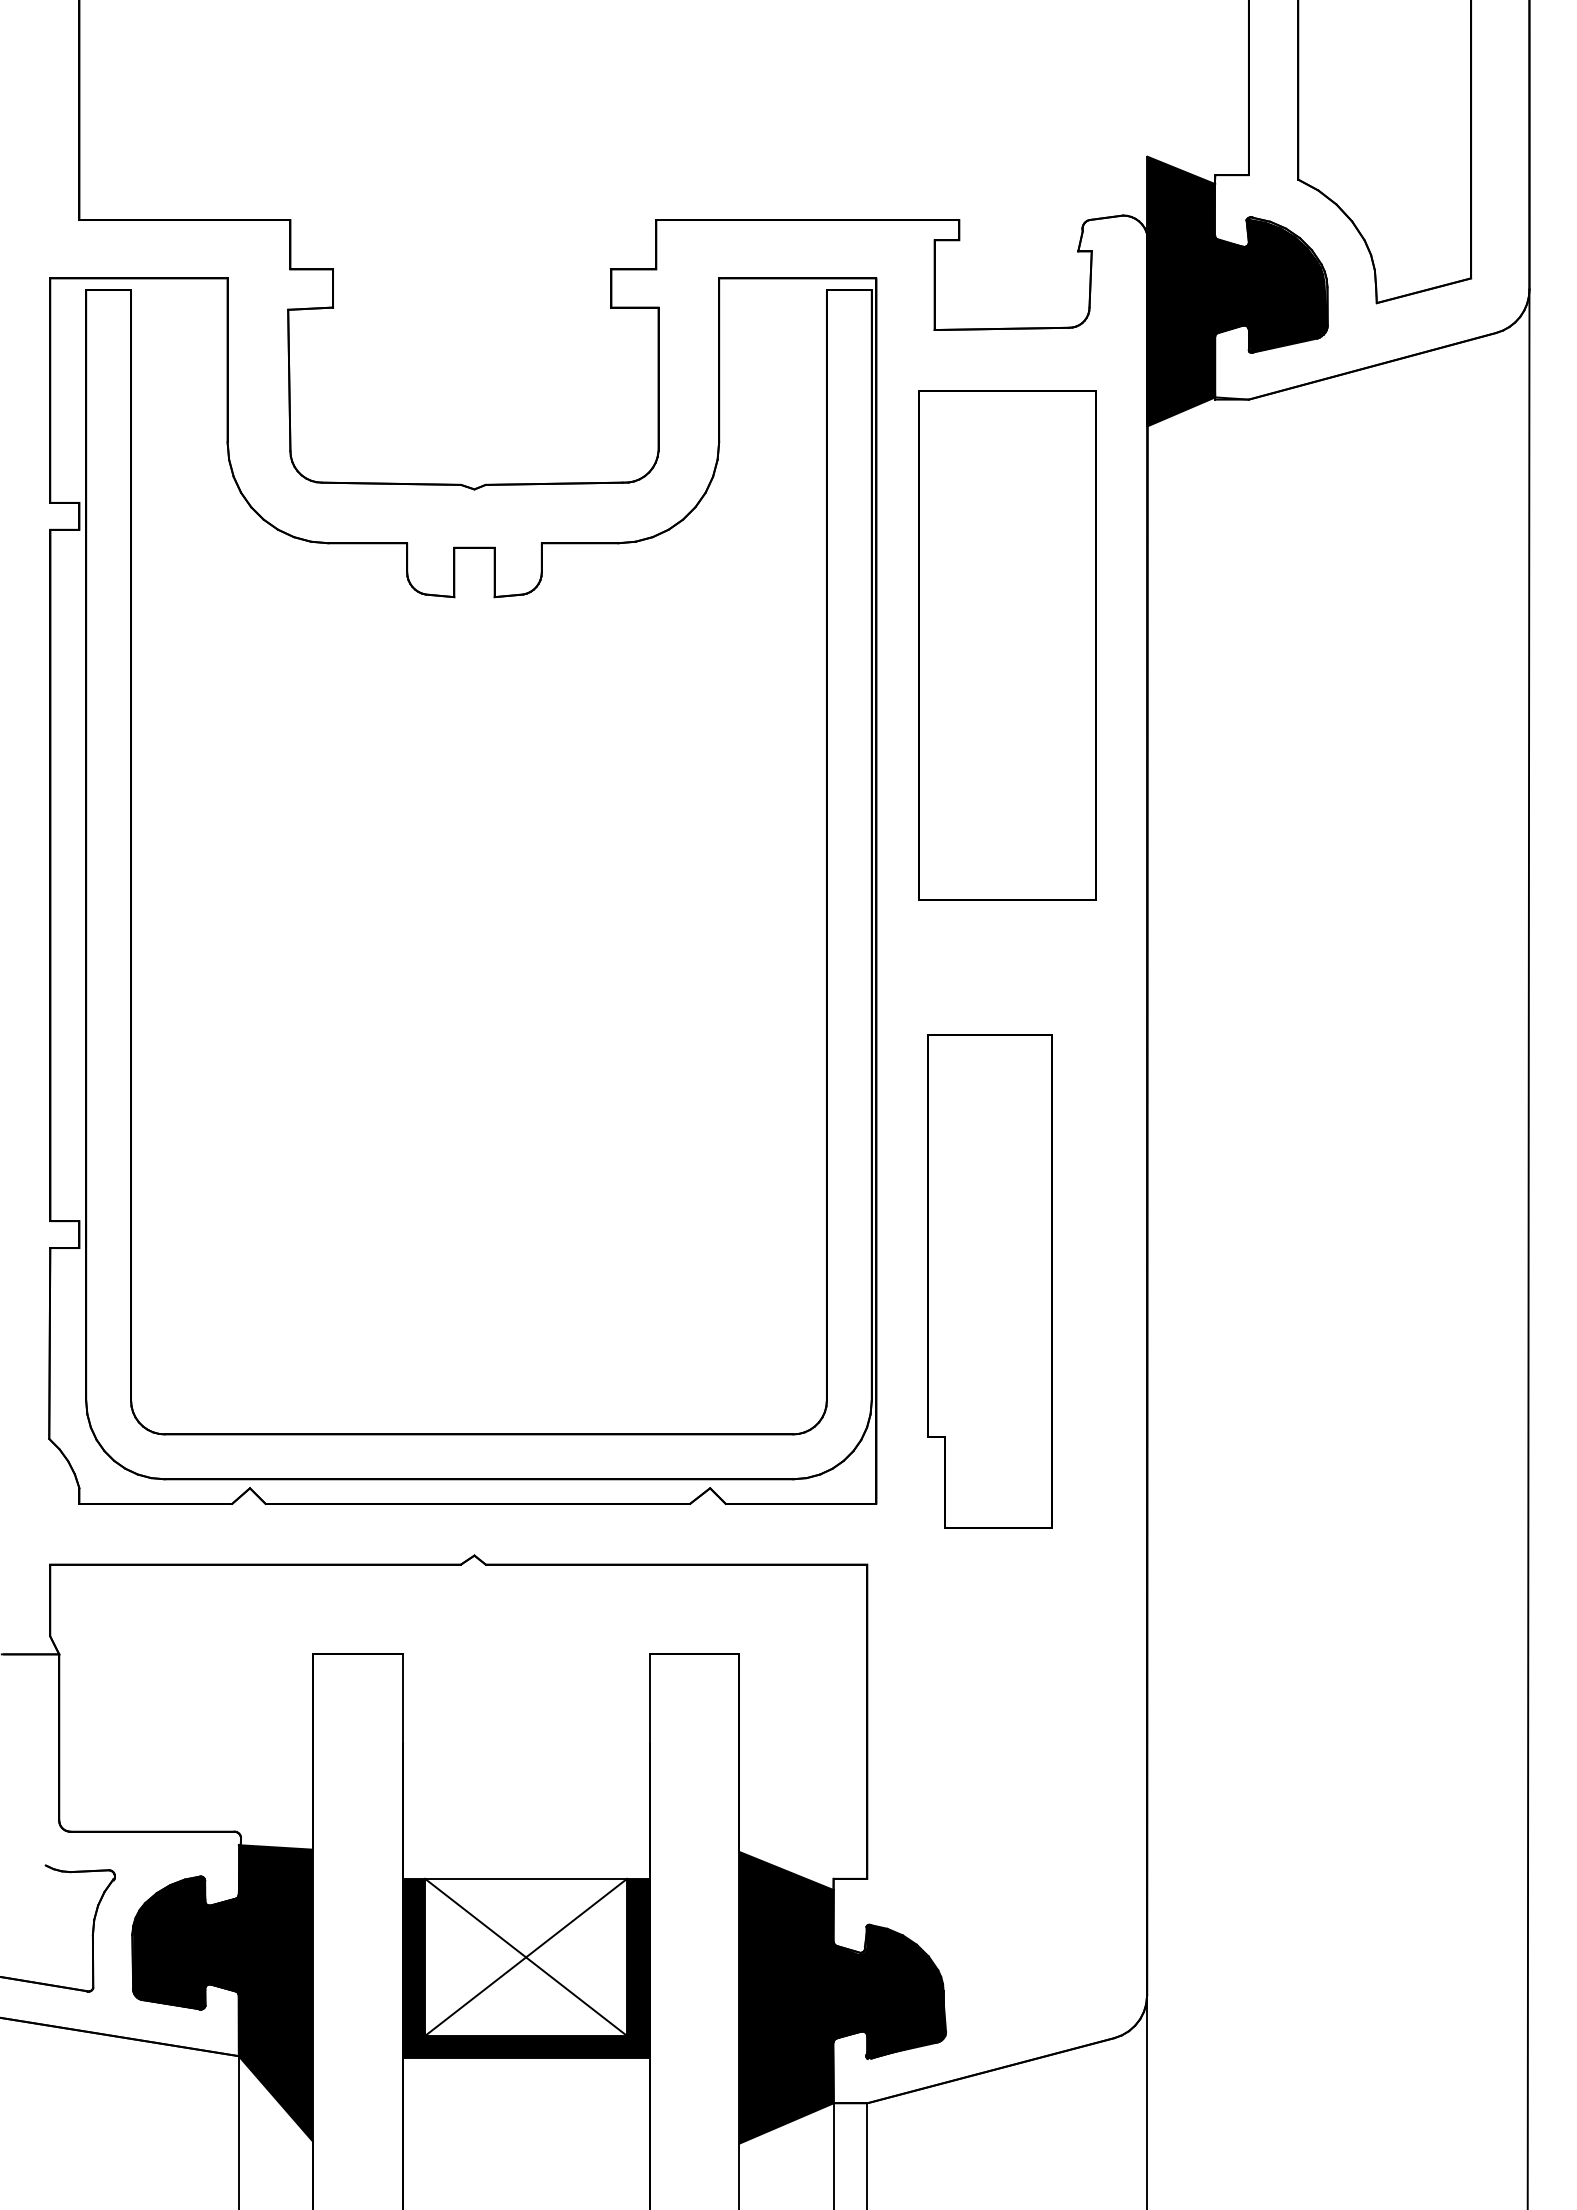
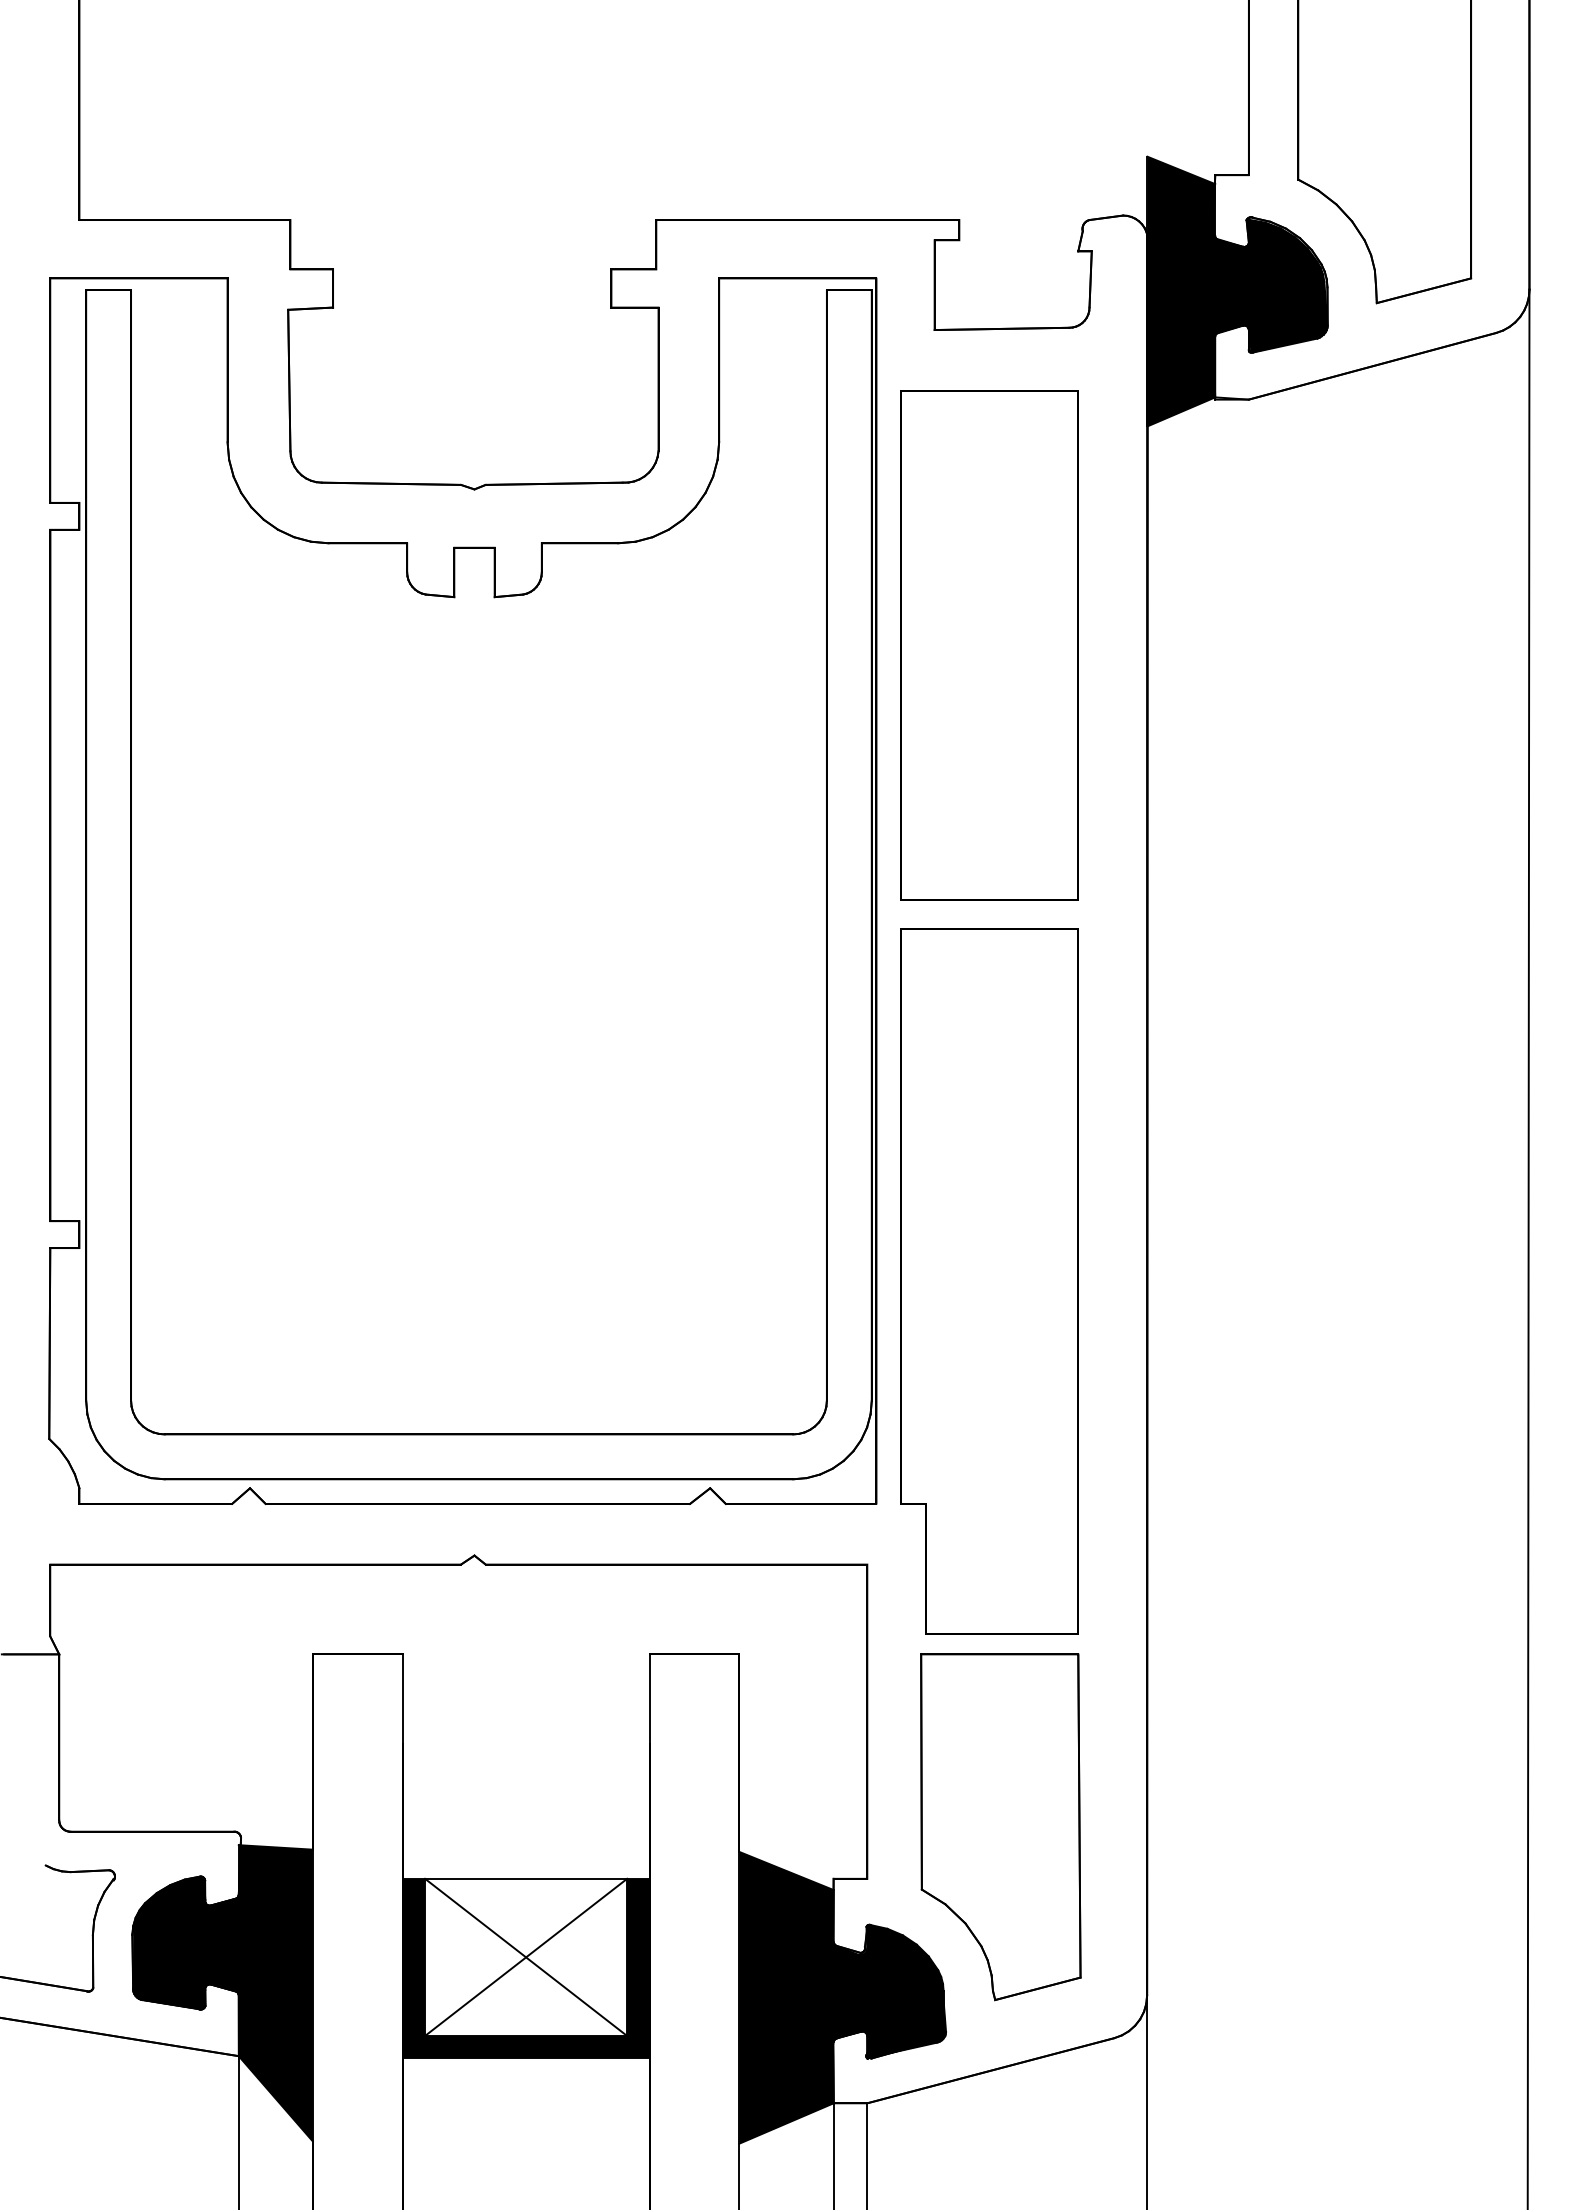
part at (1007, 645) position: (1007, 645) -> (989, 645)
part at (989, 1281) size: 126x495 px -> 179x707 px
part at (1000, 1827): none -> present
